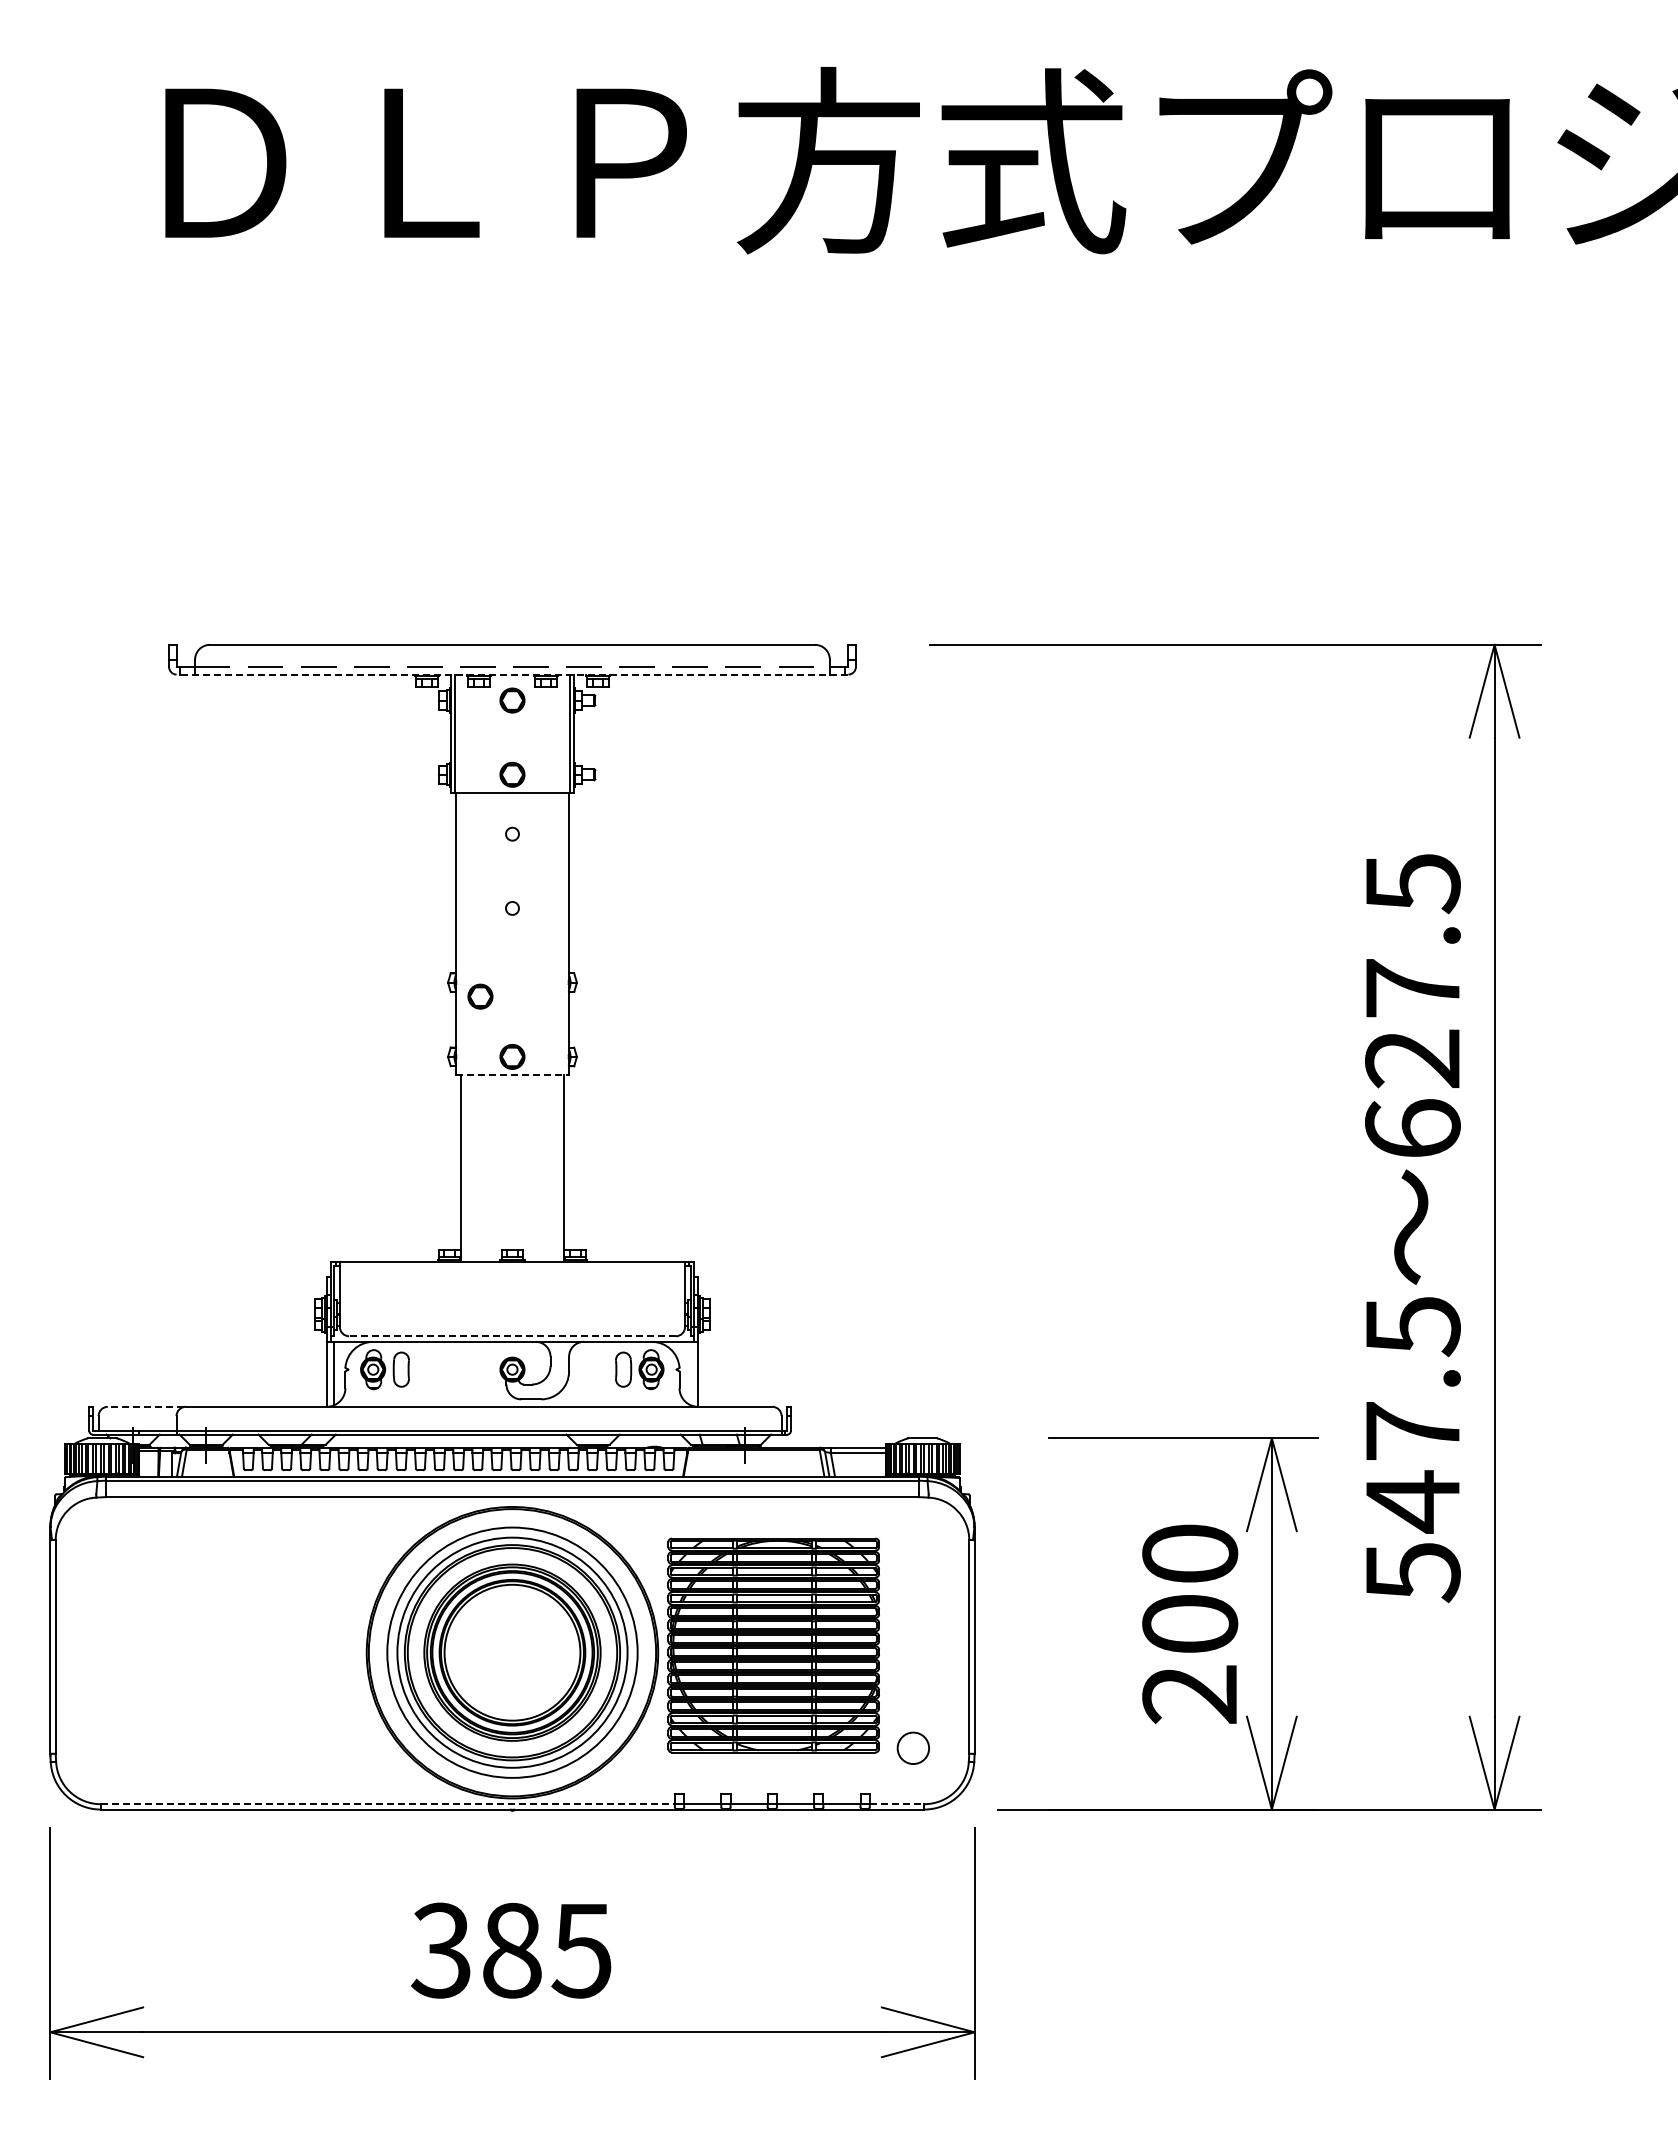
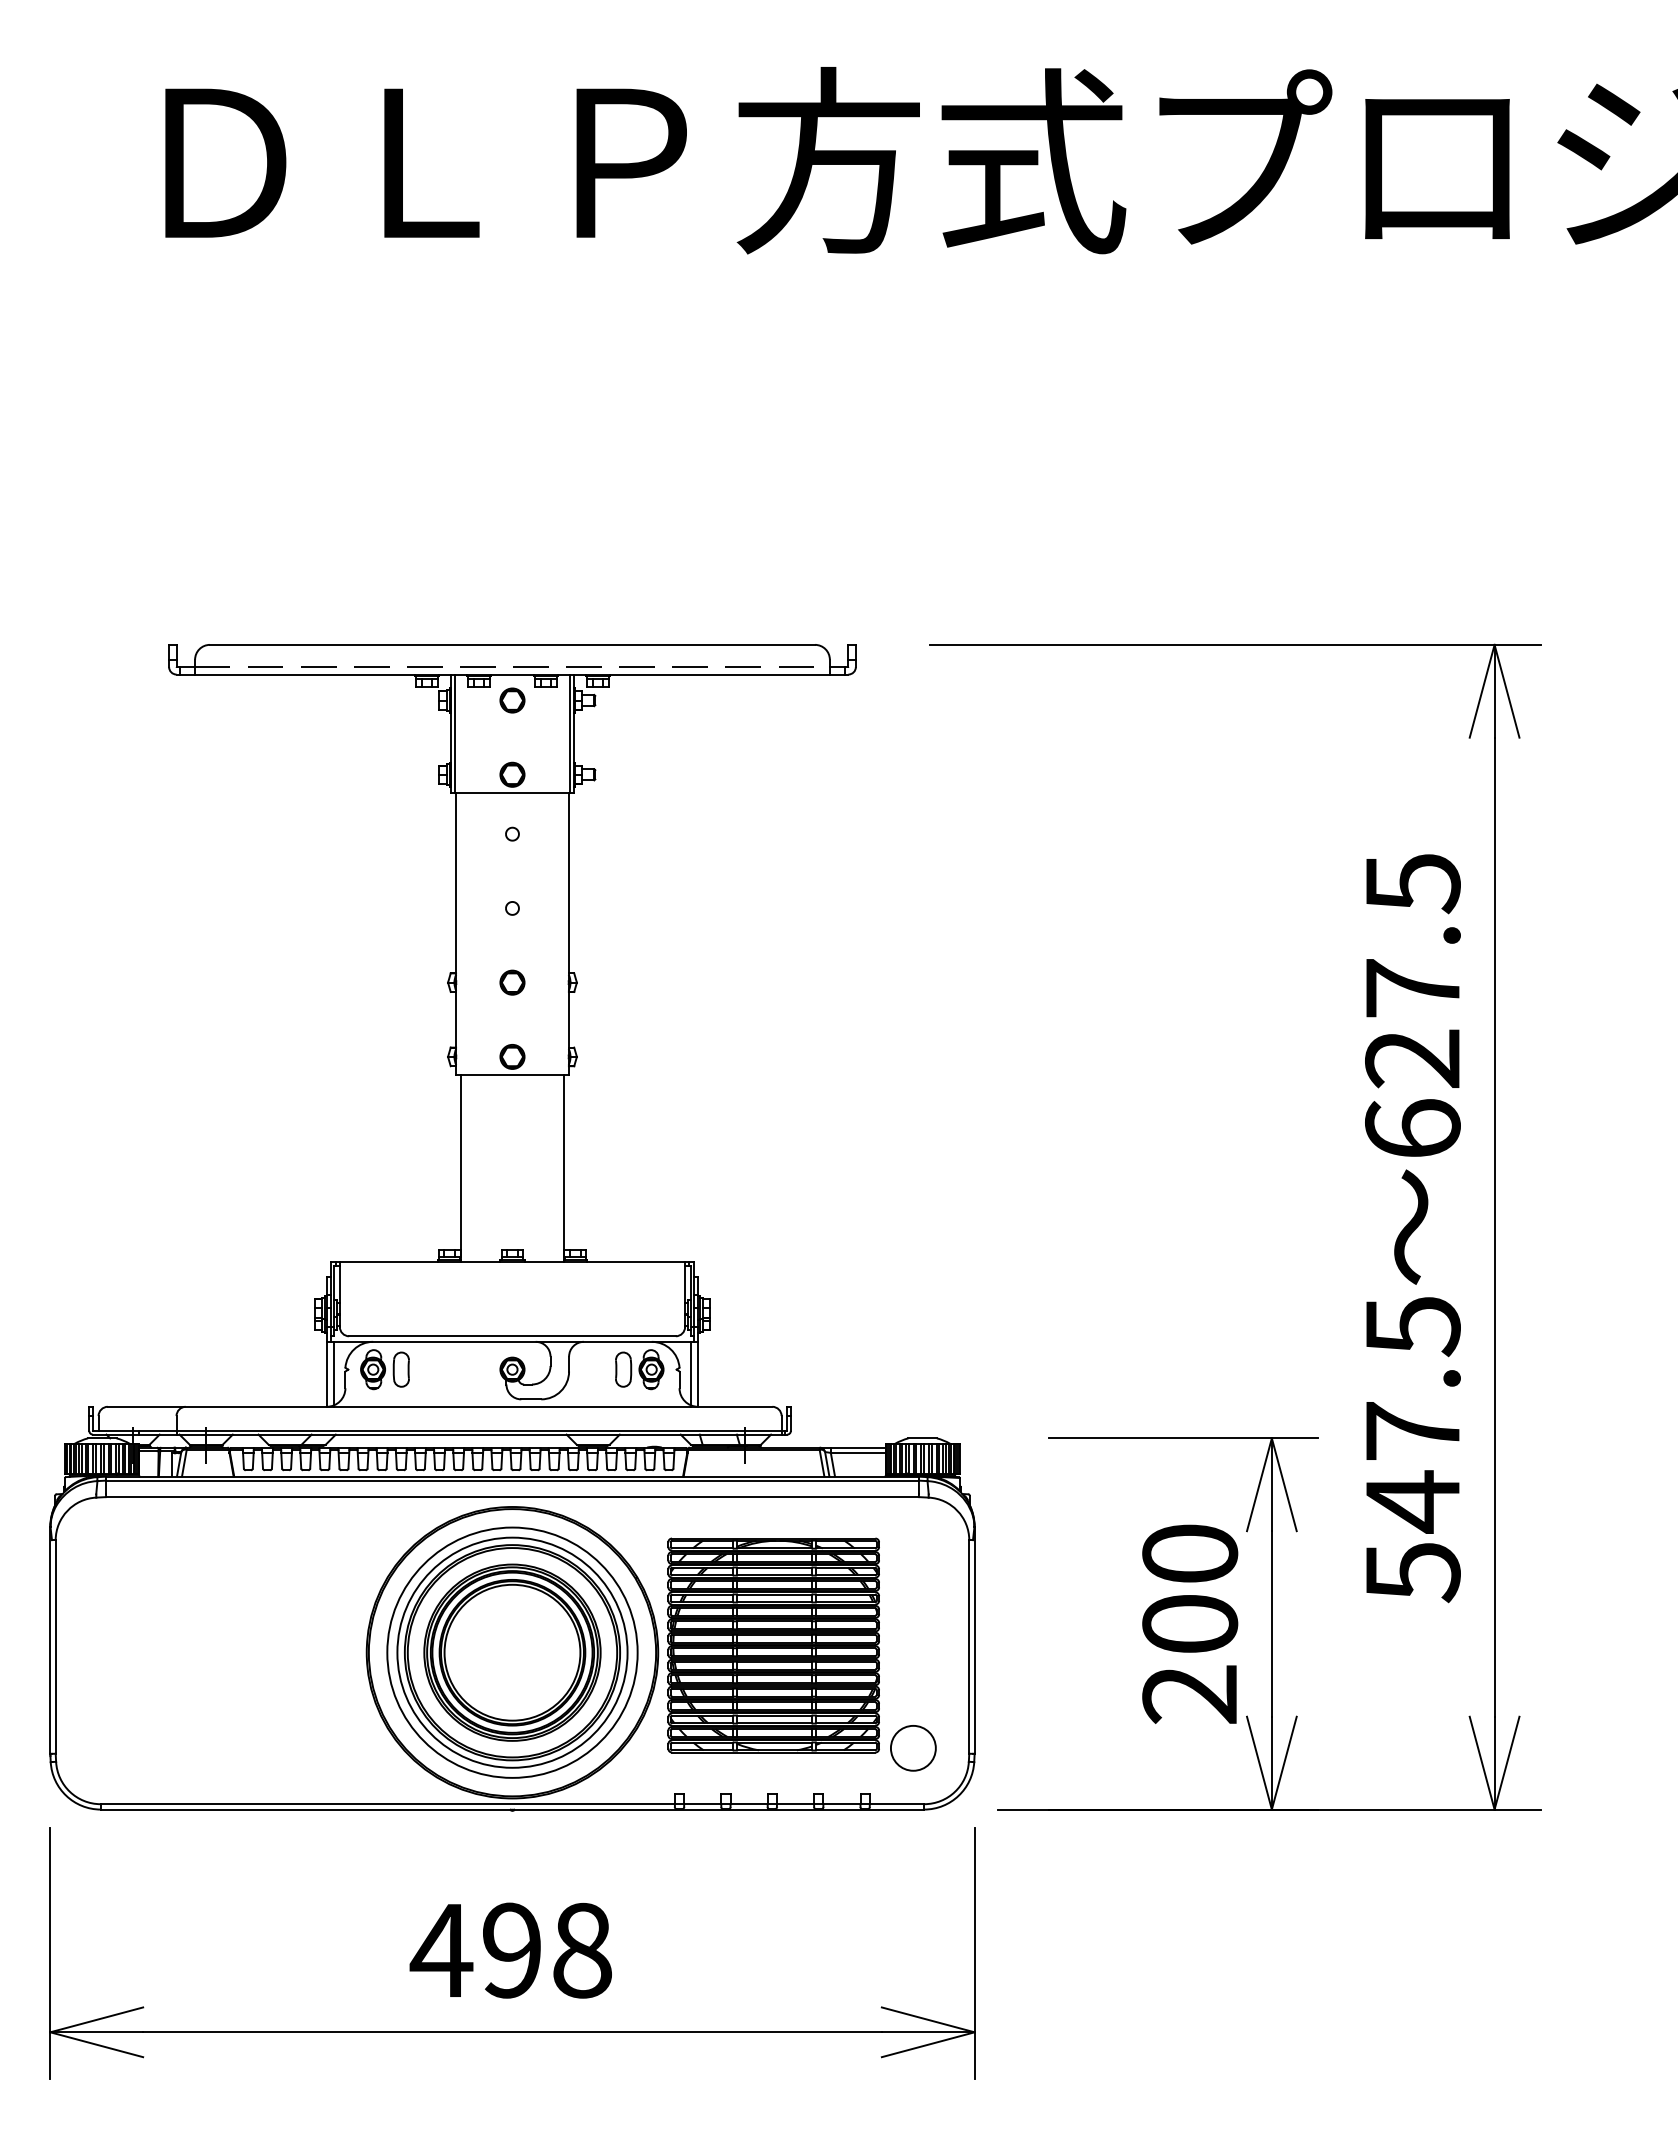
line at (512, 674): dashed -> solid
part at (480, 996) position: (480, 996) -> (512, 982)
line at (512, 1075): dashed -> solid
line at (511, 1336): dashed -> solid
line at (690, 1373): none -> present
line at (145, 1406): dashed -> solid
circle at (913, 1748) diameter: 31 px -> 45 px
line at (388, 1804): dashed -> solid
line at (897, 1804): dashed -> solid
text at (510, 1950): 385 -> 498
